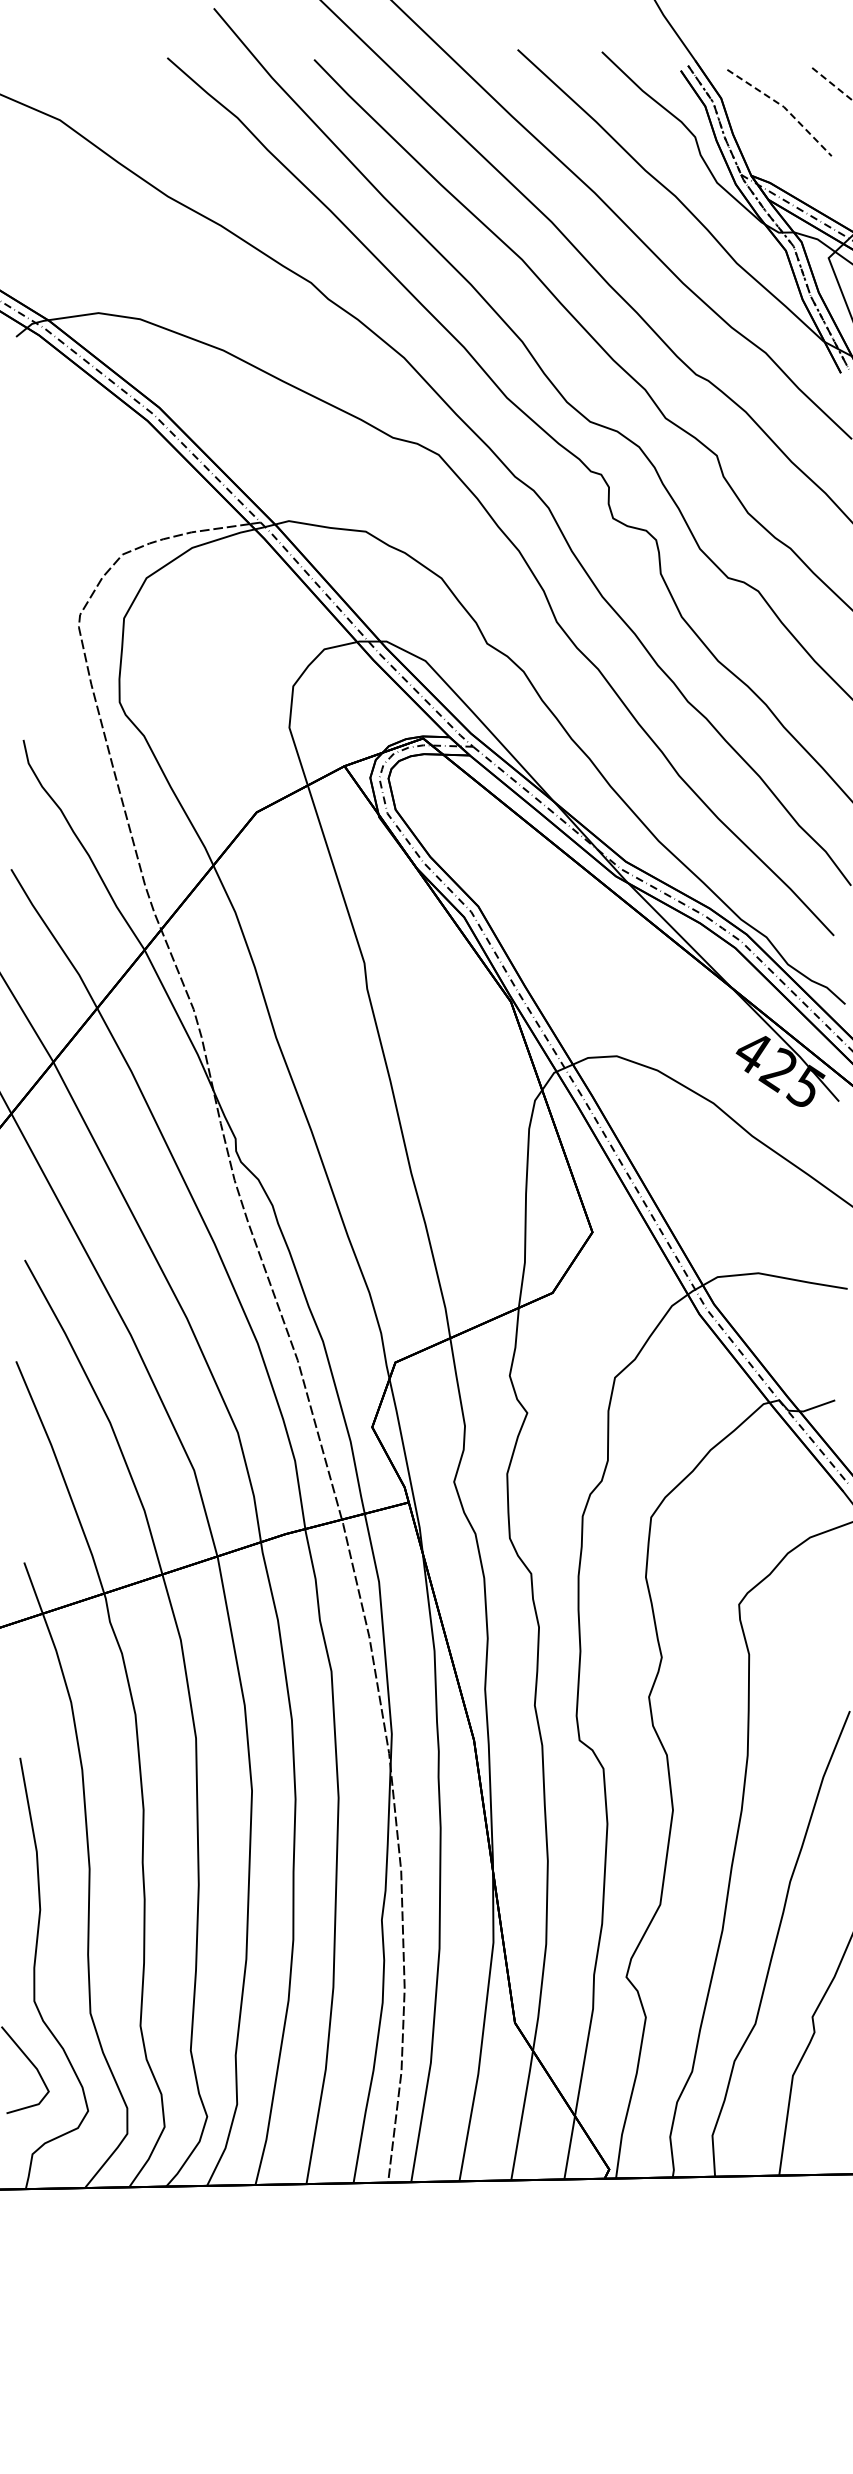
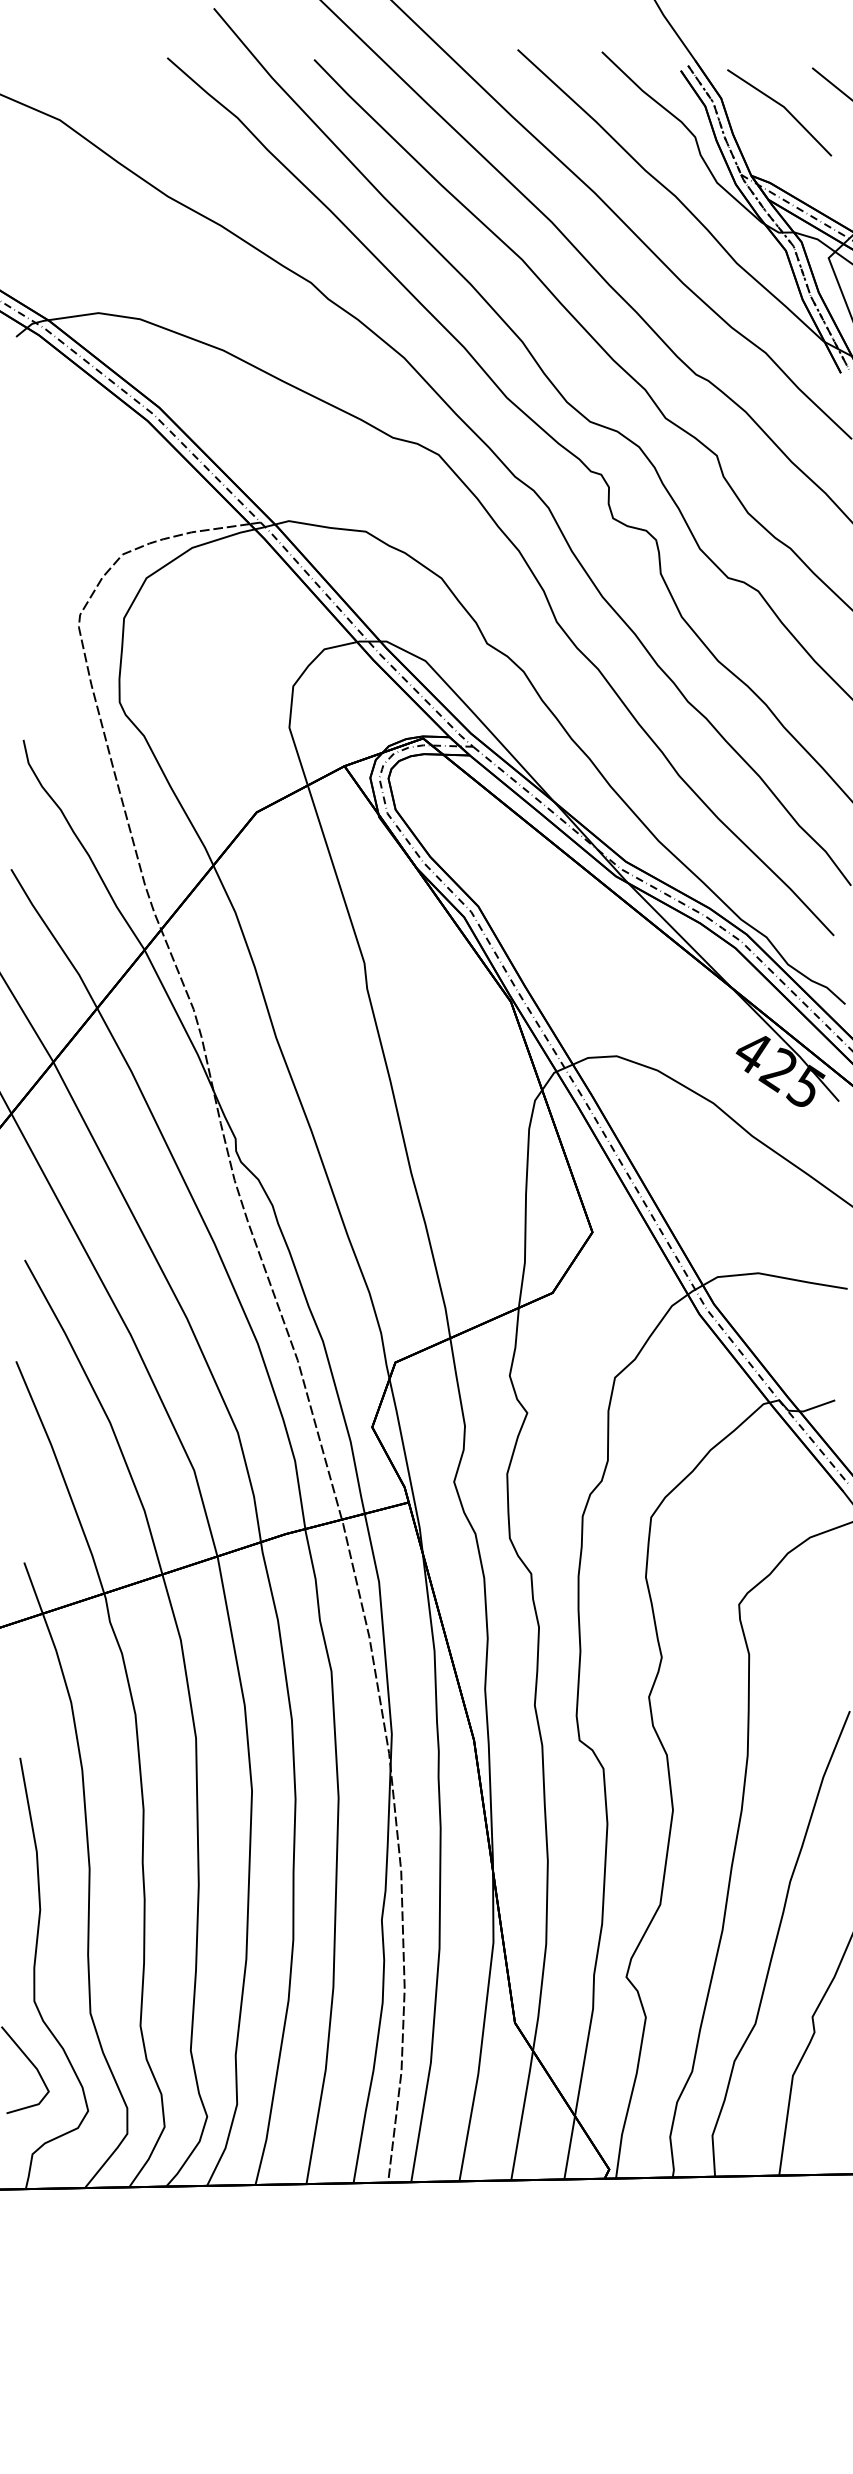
line at (832, 84): dashed -> solid
line at (783, 107): dashed -> solid
